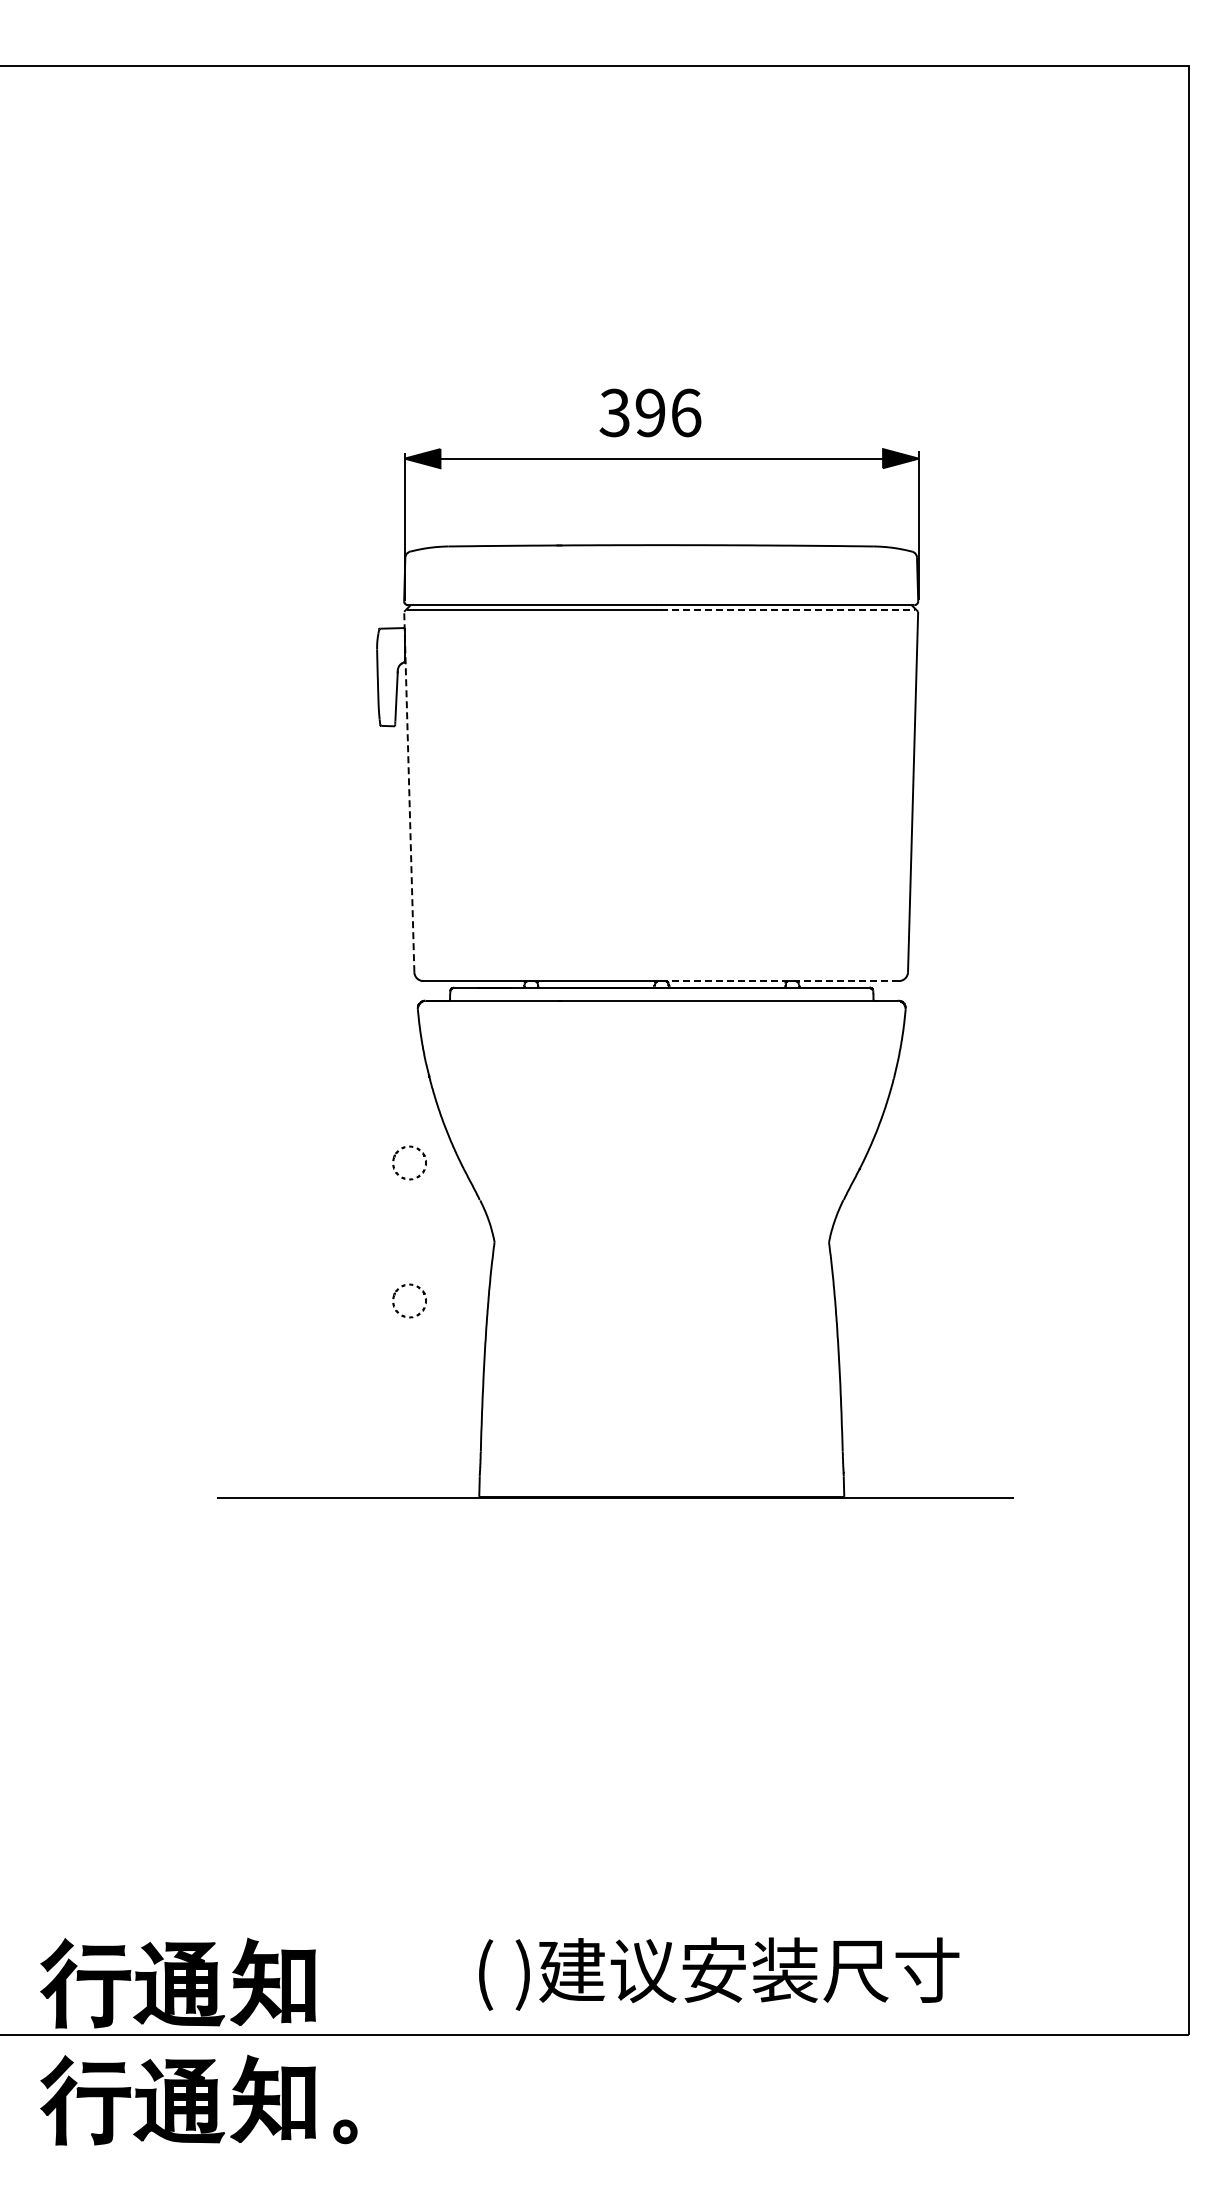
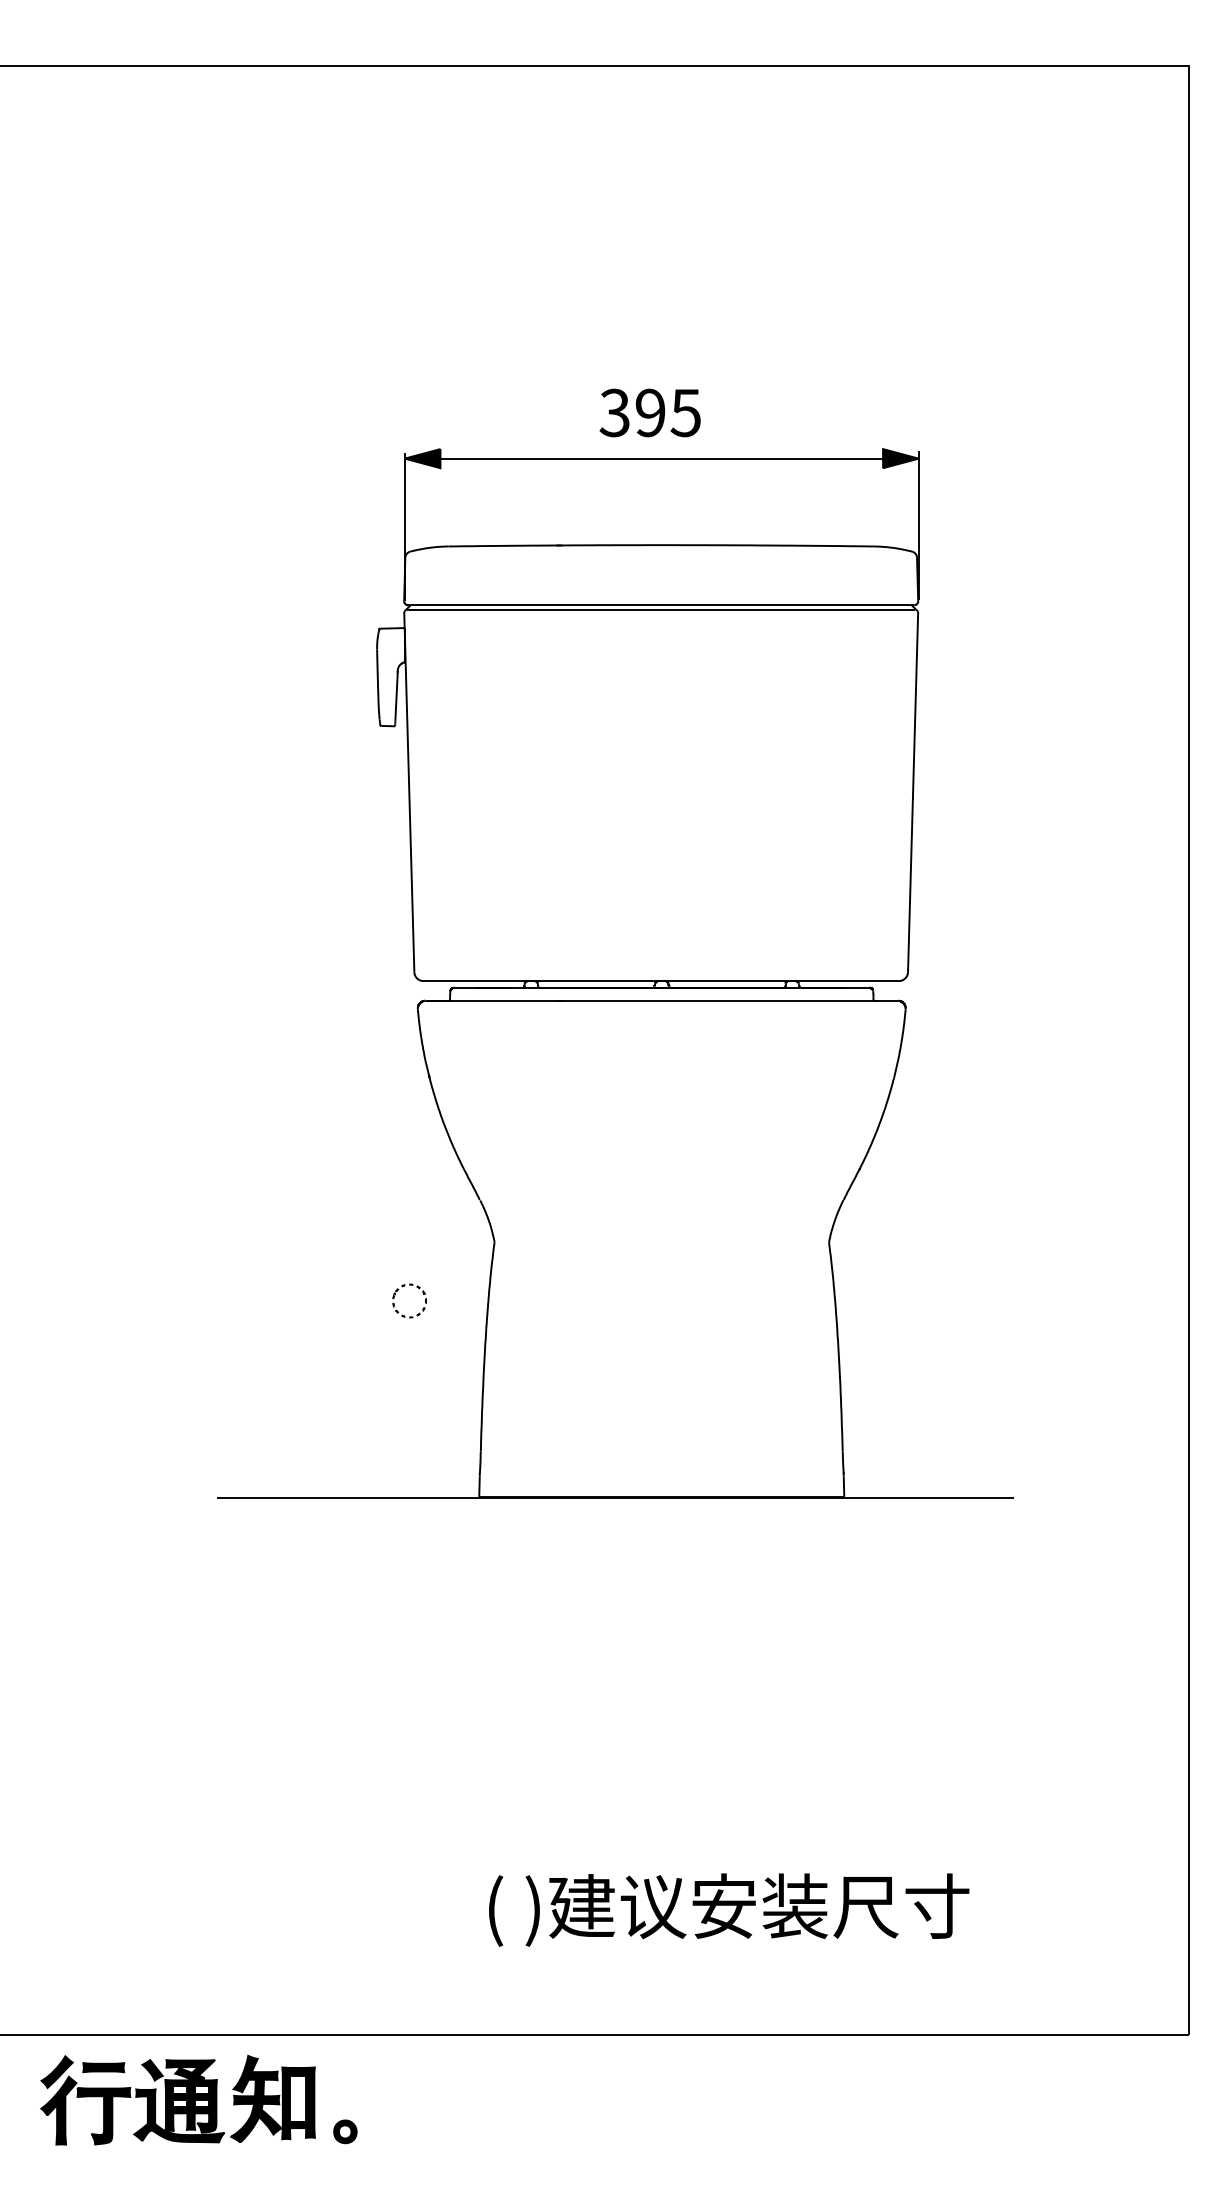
text at (685, 412): 396 -> 395
line at (788, 610): dashed -> solid
line at (409, 791): dashed -> solid
line at (780, 981): dashed -> solid
part at (405, 1148): present -> none
text at (719, 1973) position: (719, 1973) -> (729, 1909)
part at (177, 1982): present -> none
